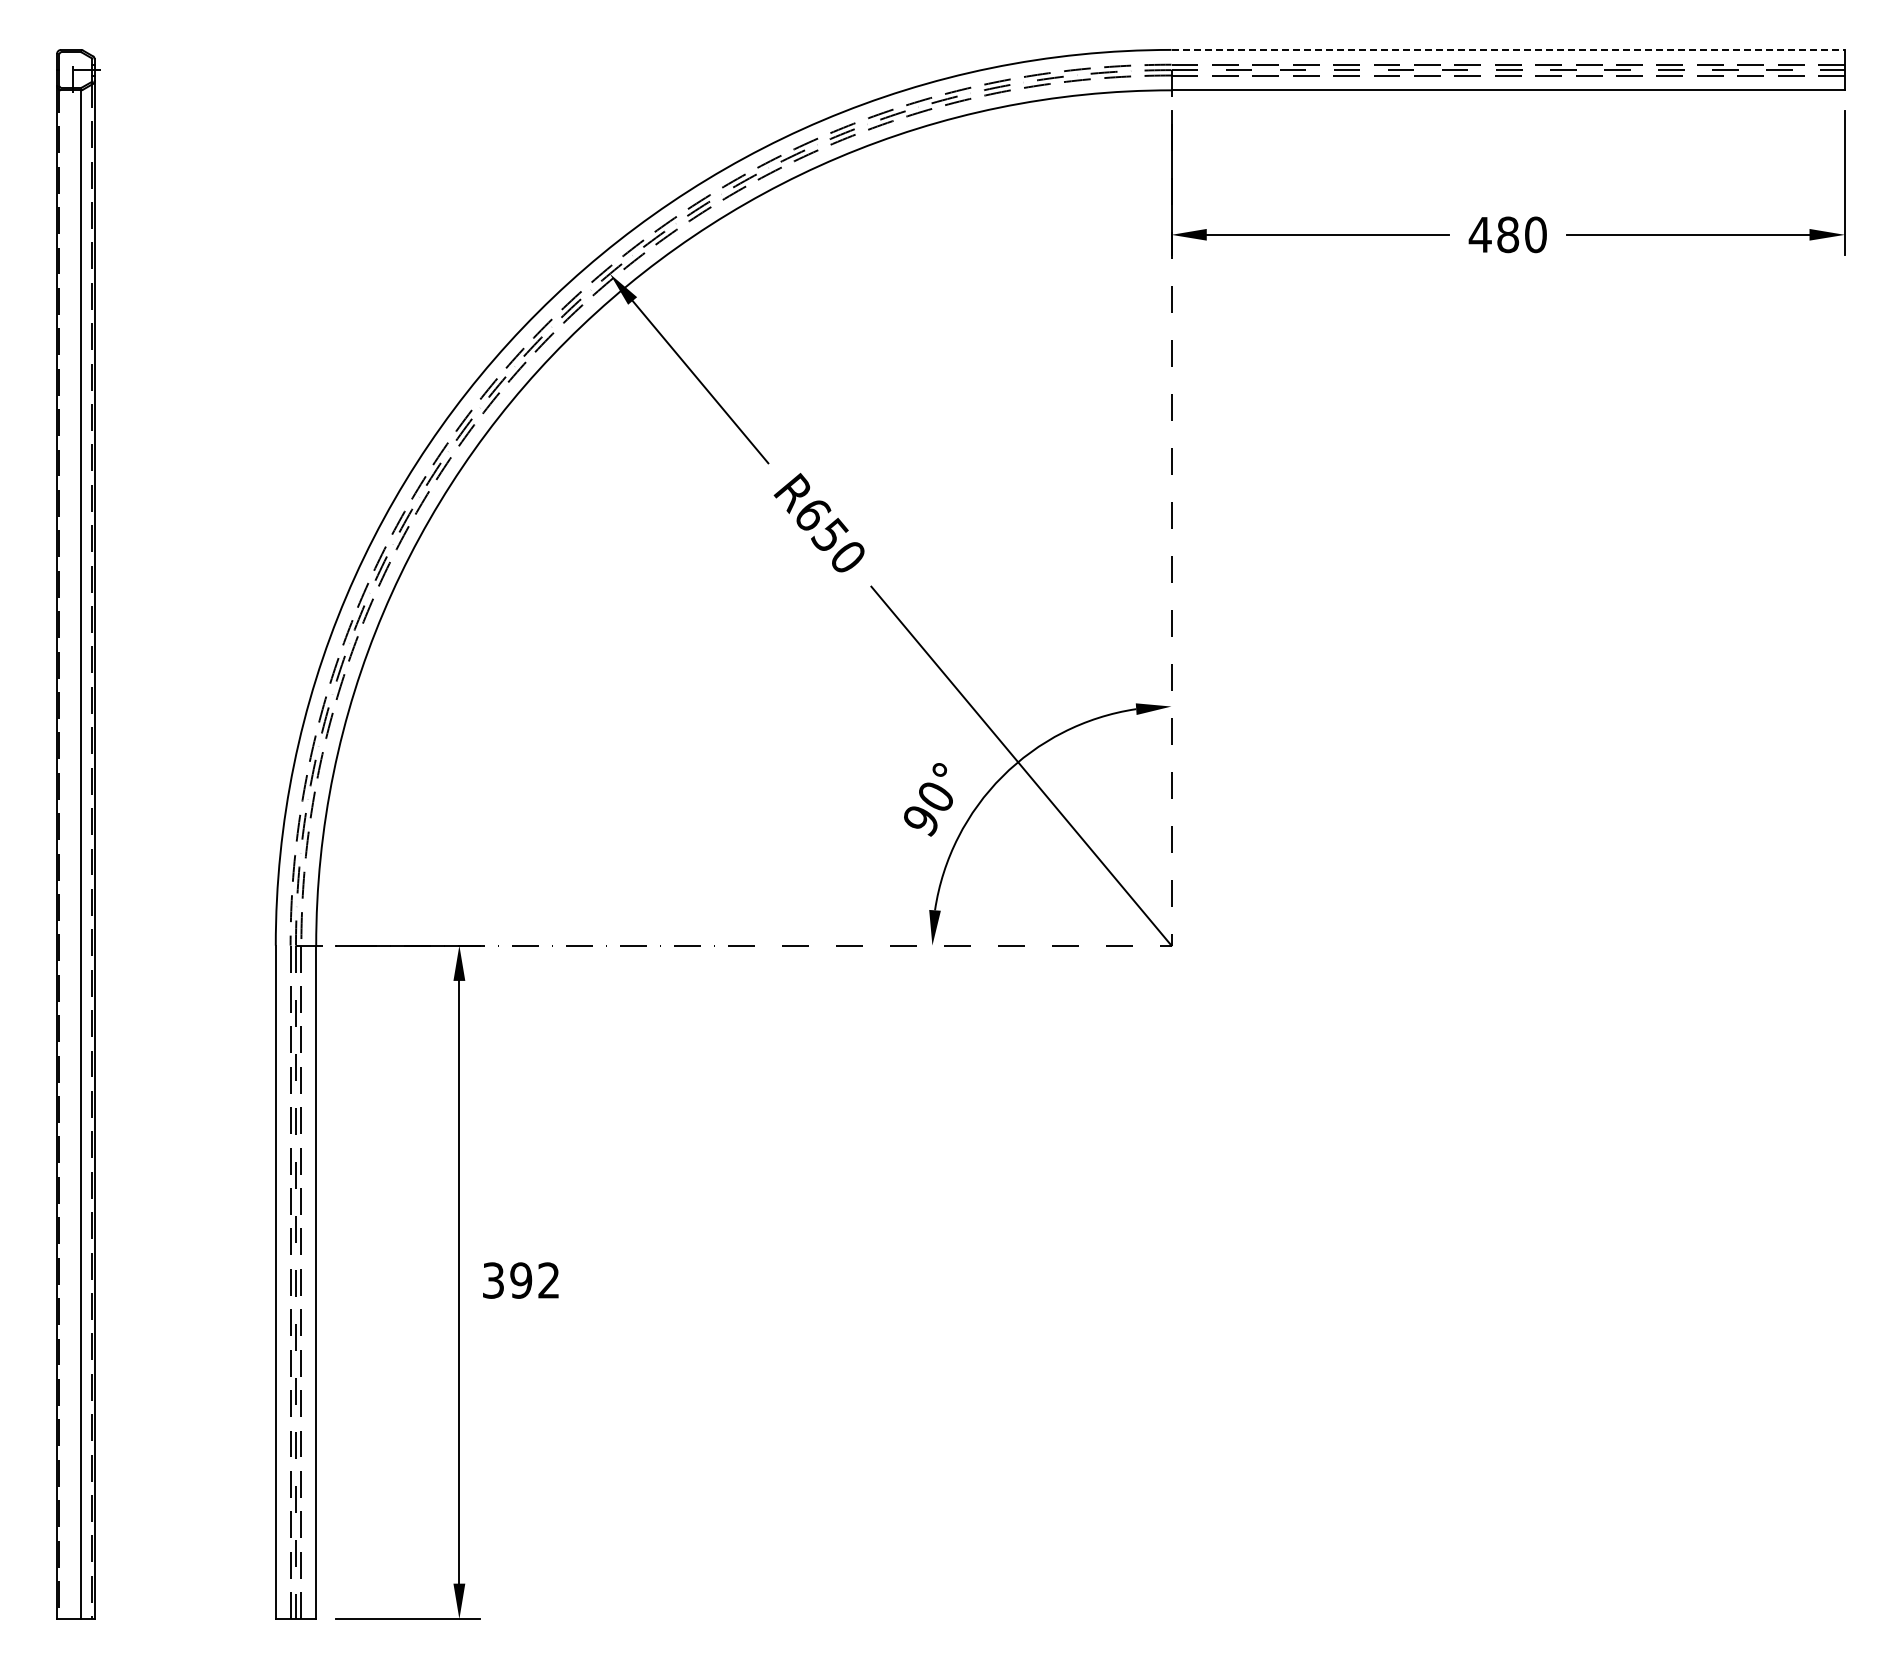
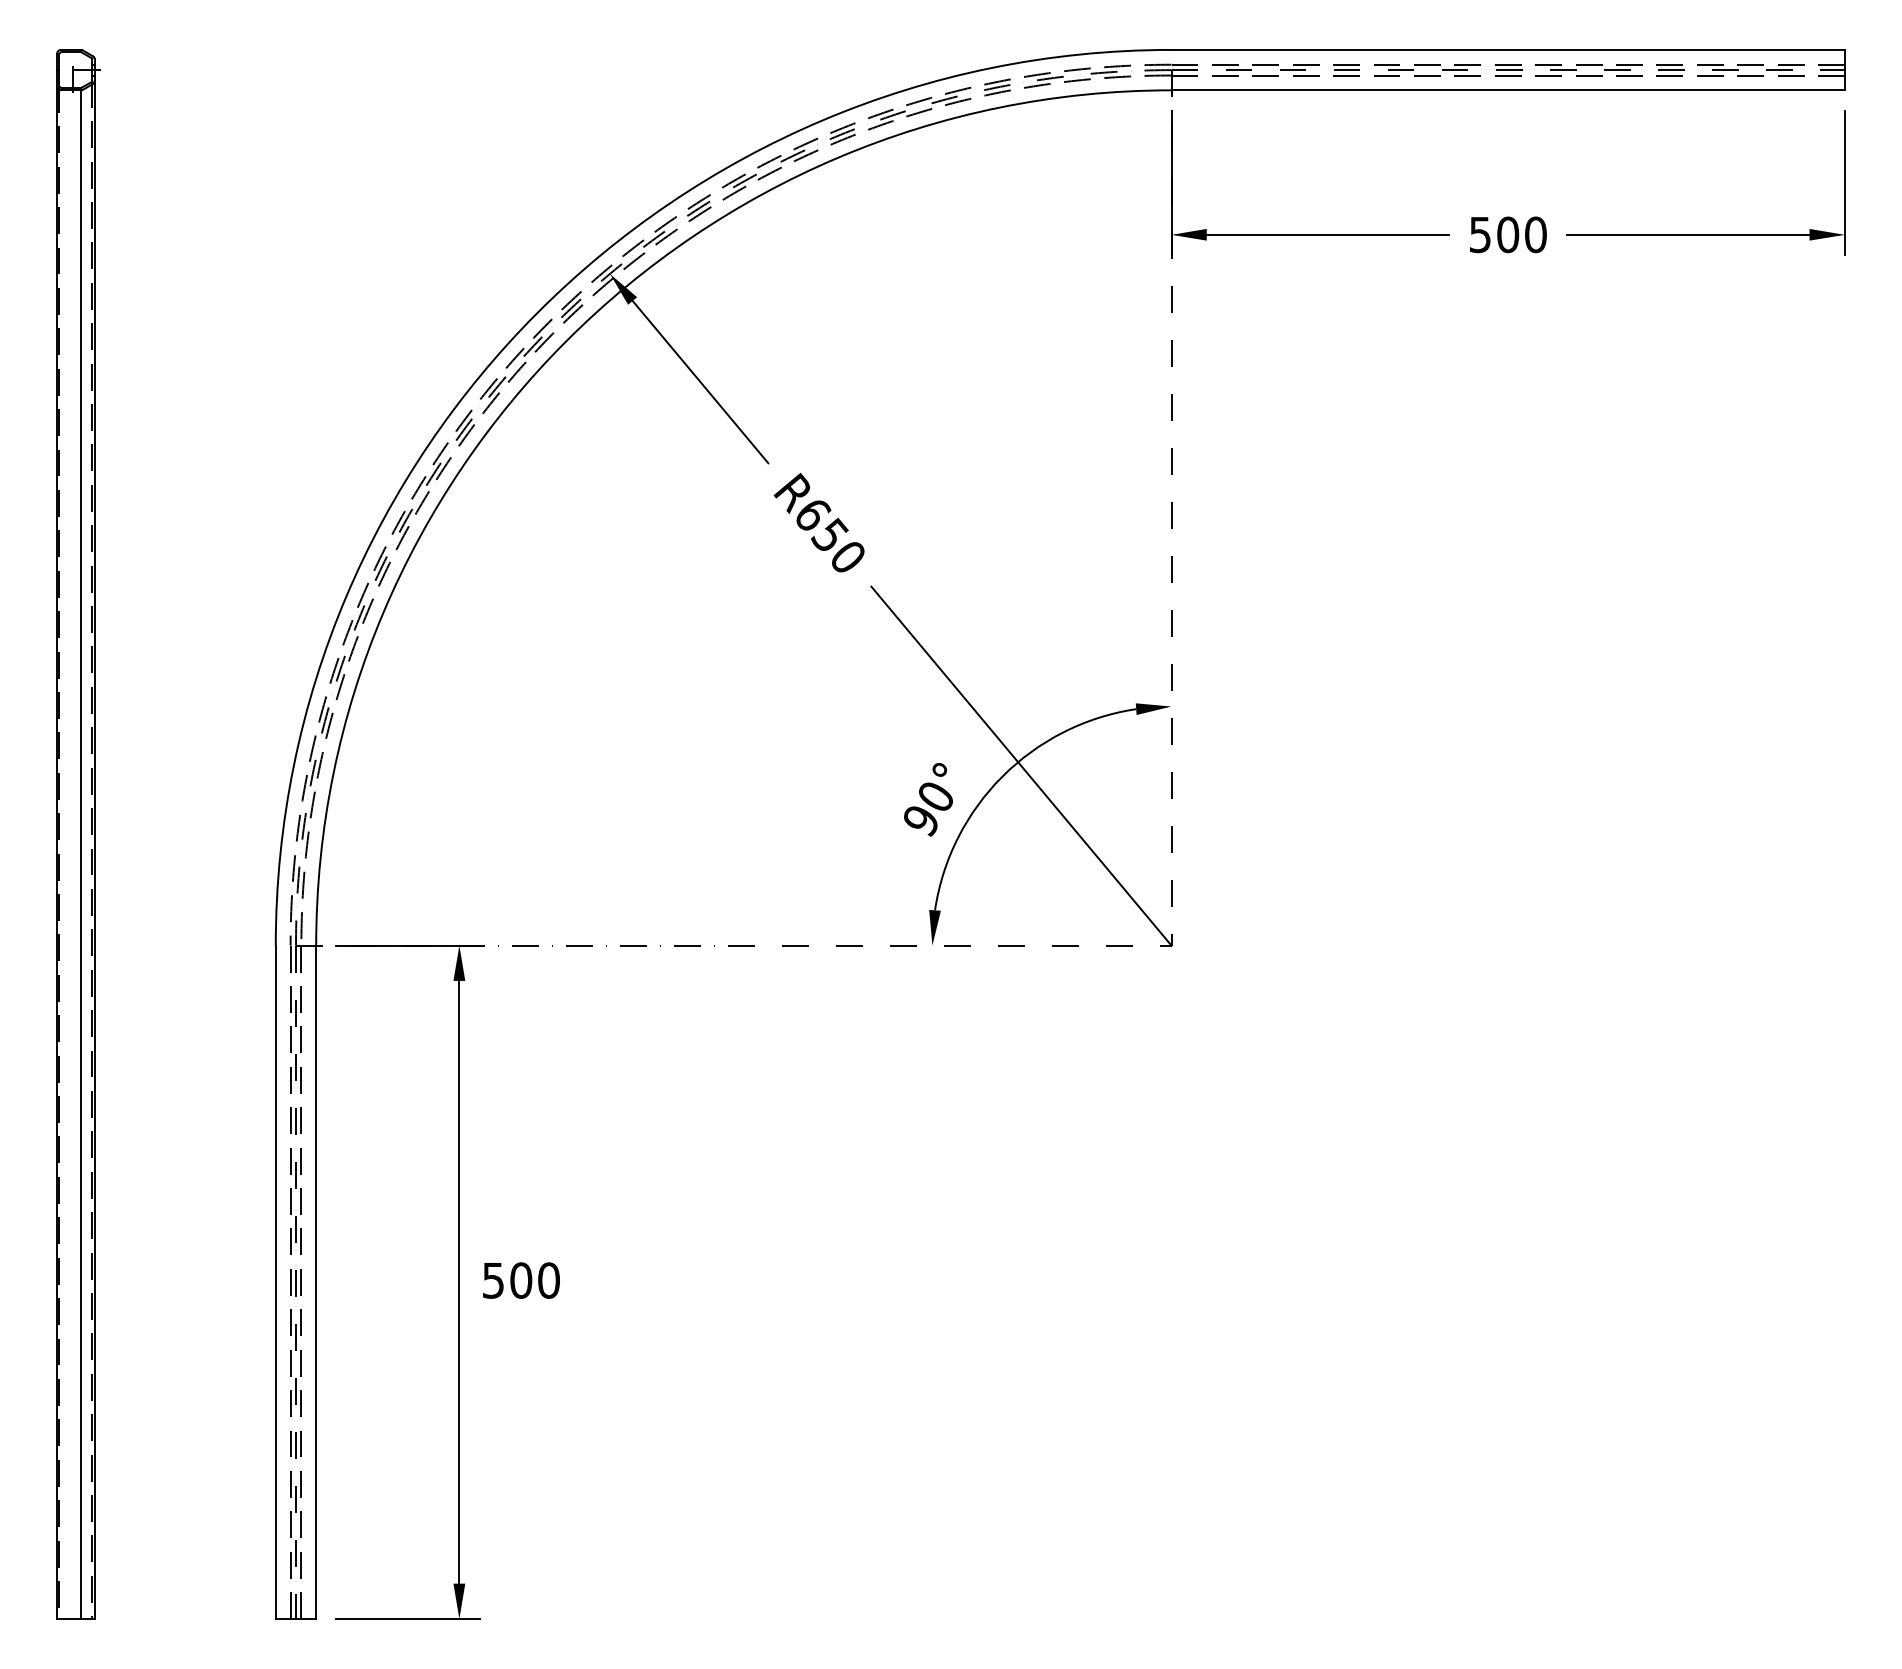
line at (1508, 49): dashed -> solid
text at (1493, 234): 480 -> 500
text at (521, 1280): 392 -> 500
